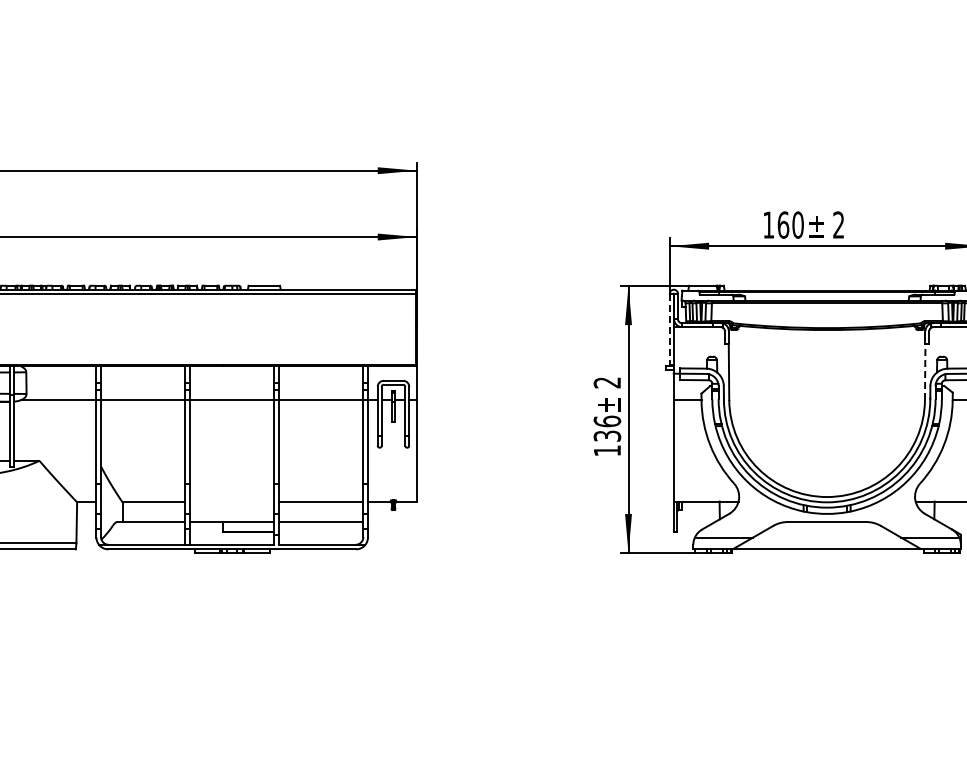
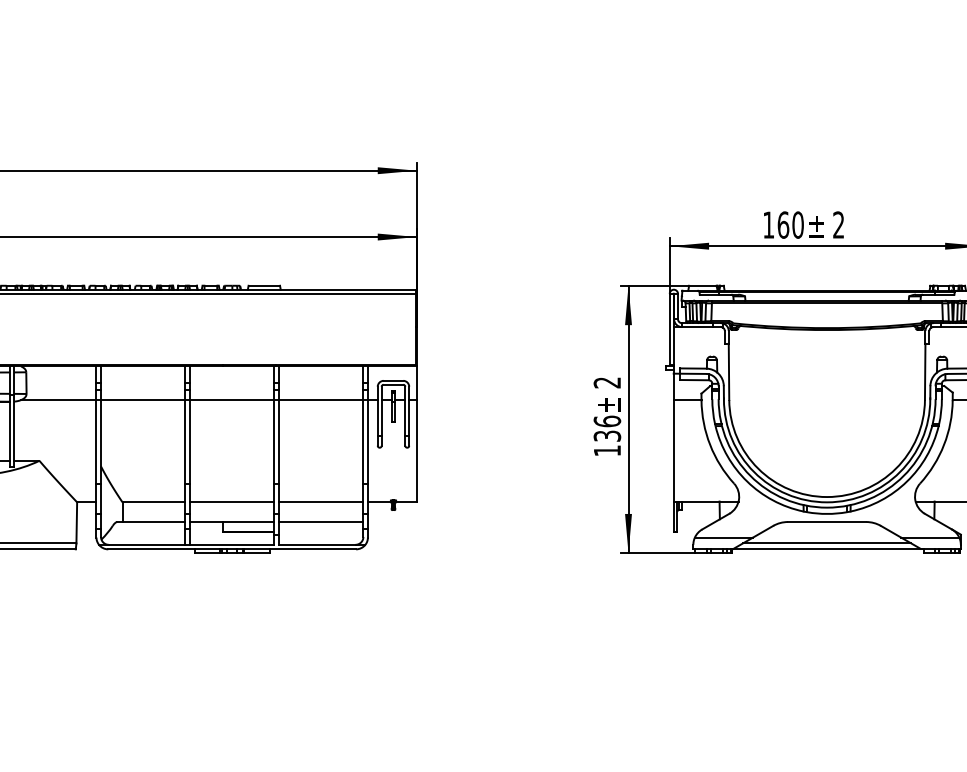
line at (669, 329): dashed -> solid
line at (925, 371): dashed -> solid
line at (231, 502): none -> present
line at (826, 543): none -> present
